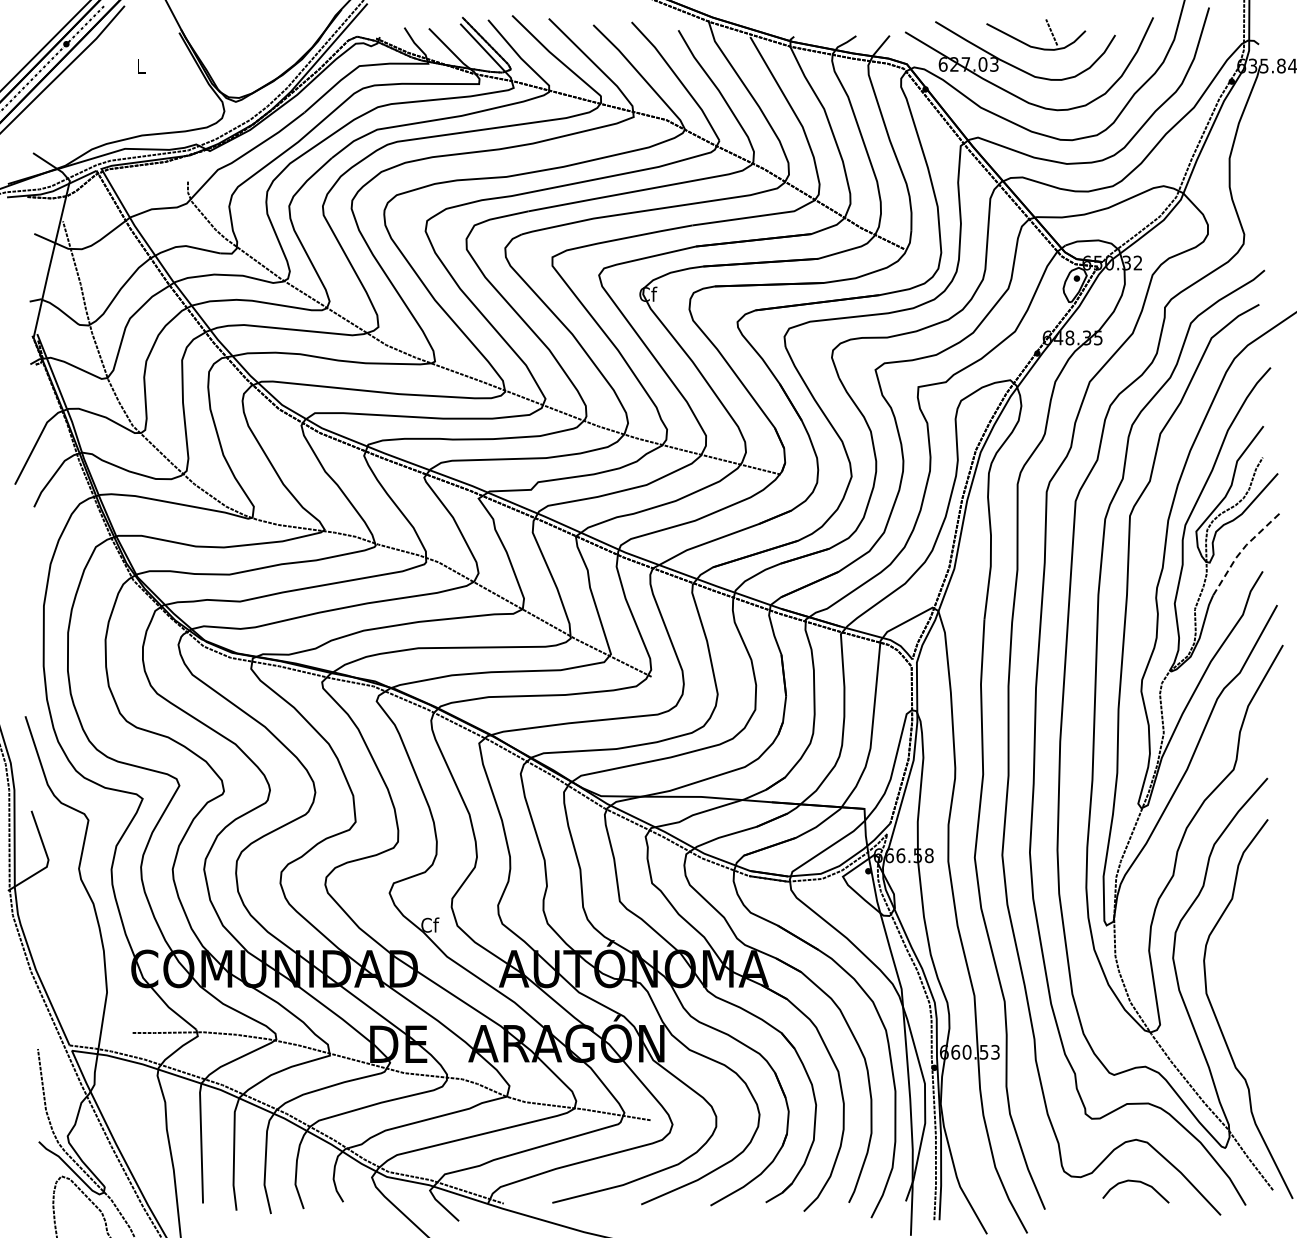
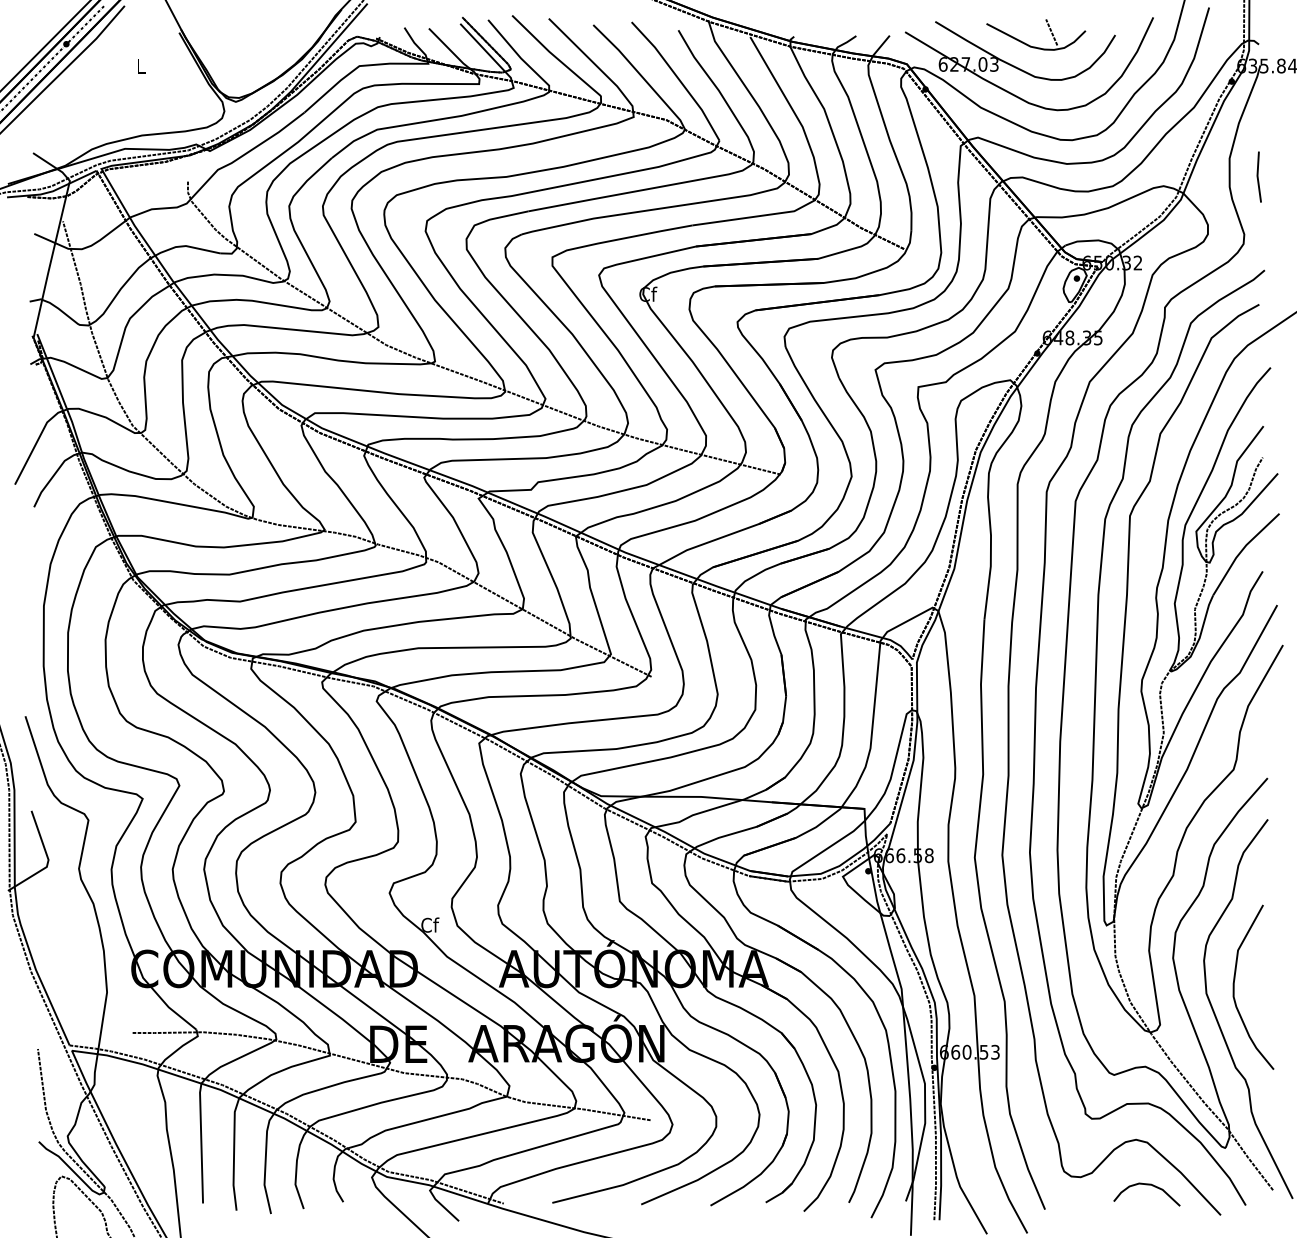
line at (1258, 176): none -> present
line at (1241, 551): dashed -> solid
curve at (1234, 986): none -> present
curve at (1135, 1182) position: (1135, 1182) -> (1146, 1185)
